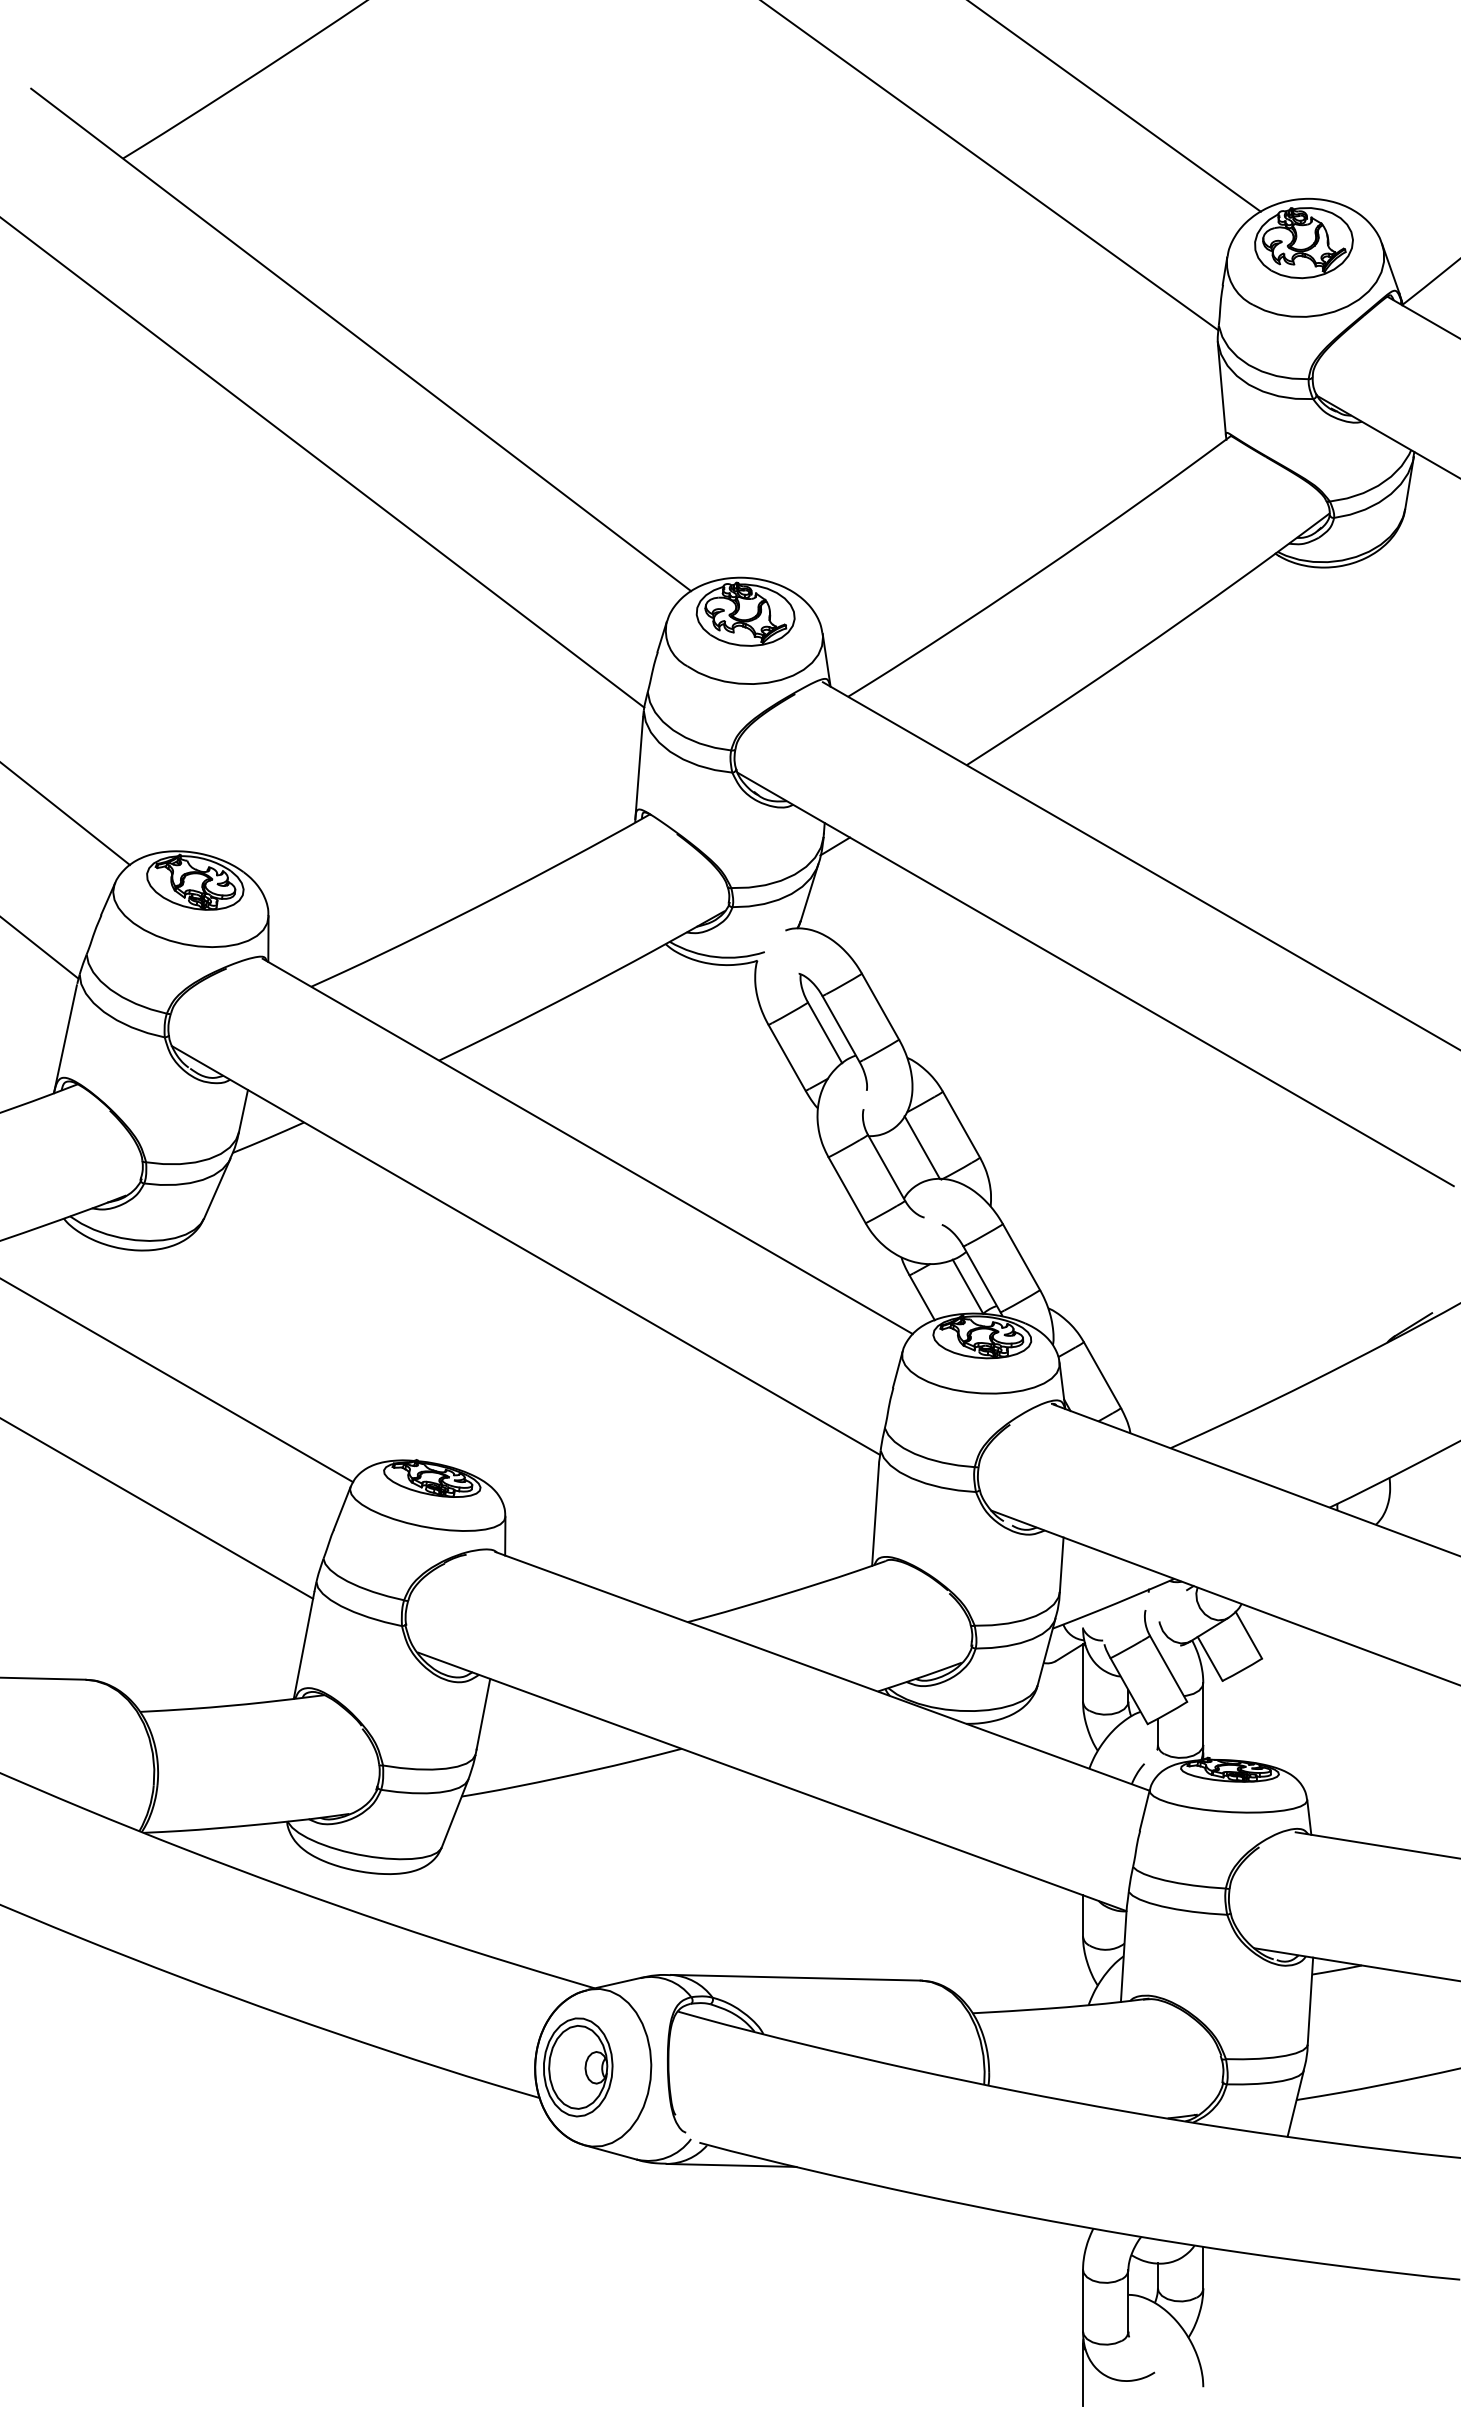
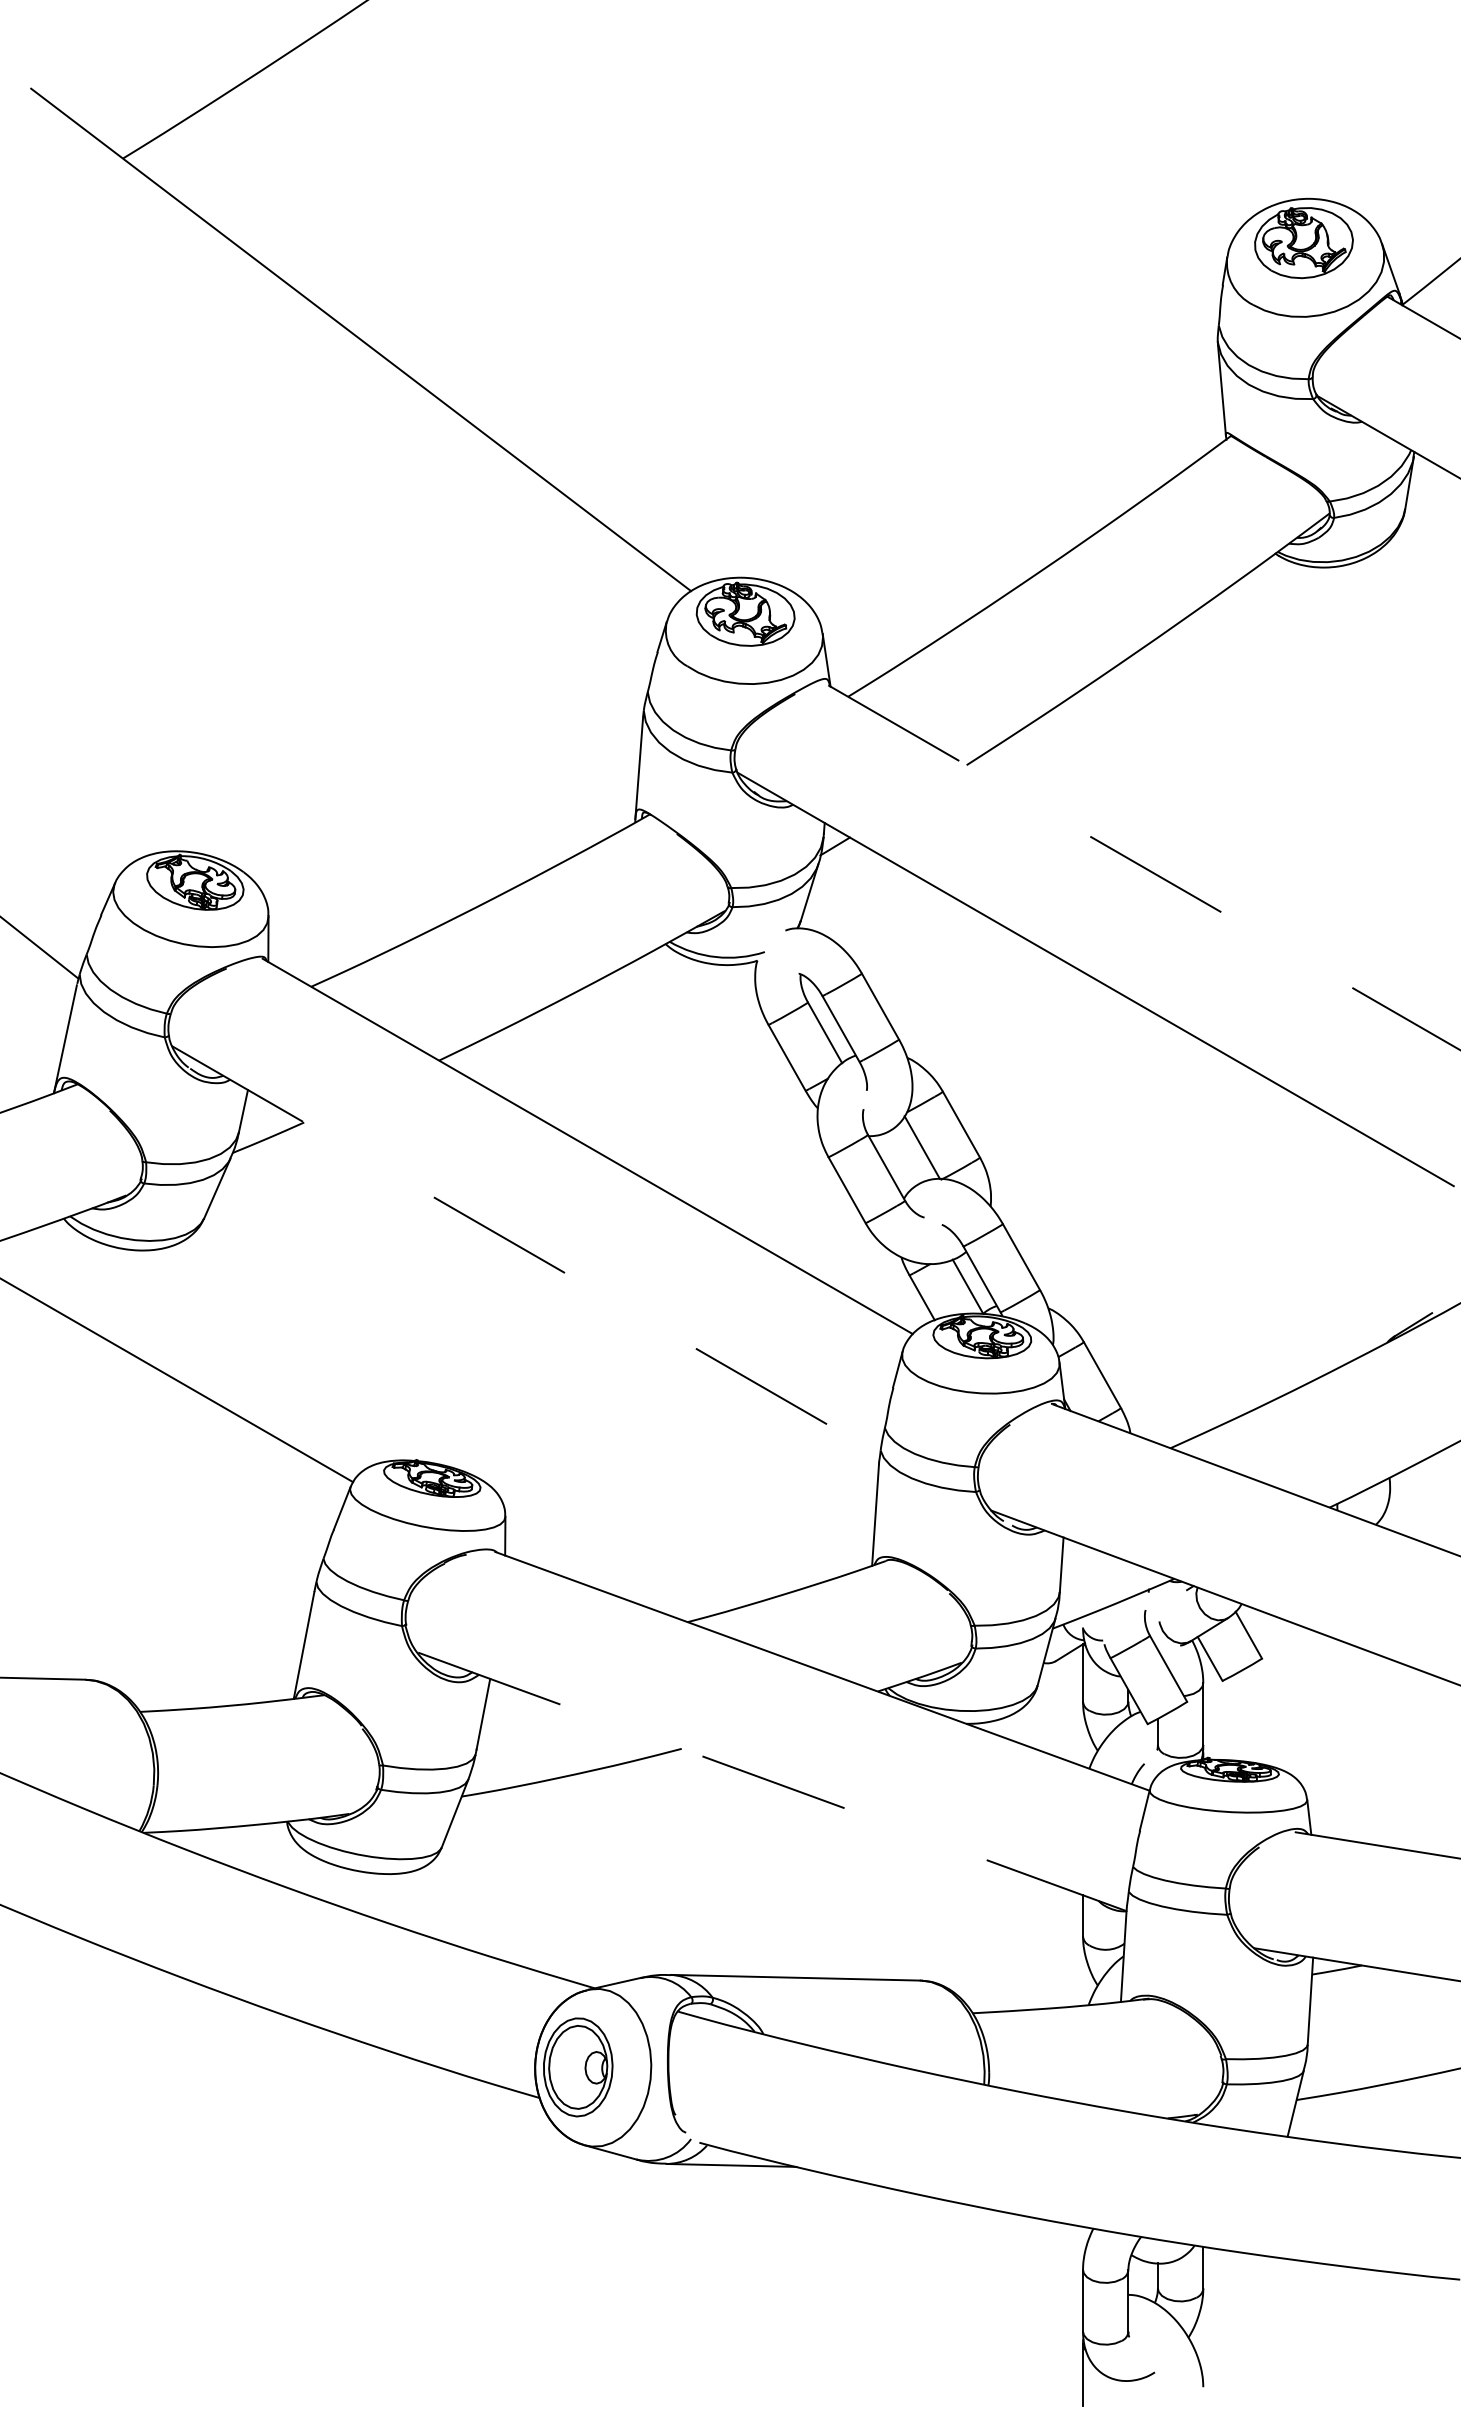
line at (1115, 106): present -> none
line at (990, 166): present -> none
line at (323, 462): present -> none
line at (65, 814): present -> none
line at (1141, 866): solid -> dashed
line at (526, 1250): solid -> dashed
line at (157, 1508): present -> none
line at (772, 1781): solid -> dashed
